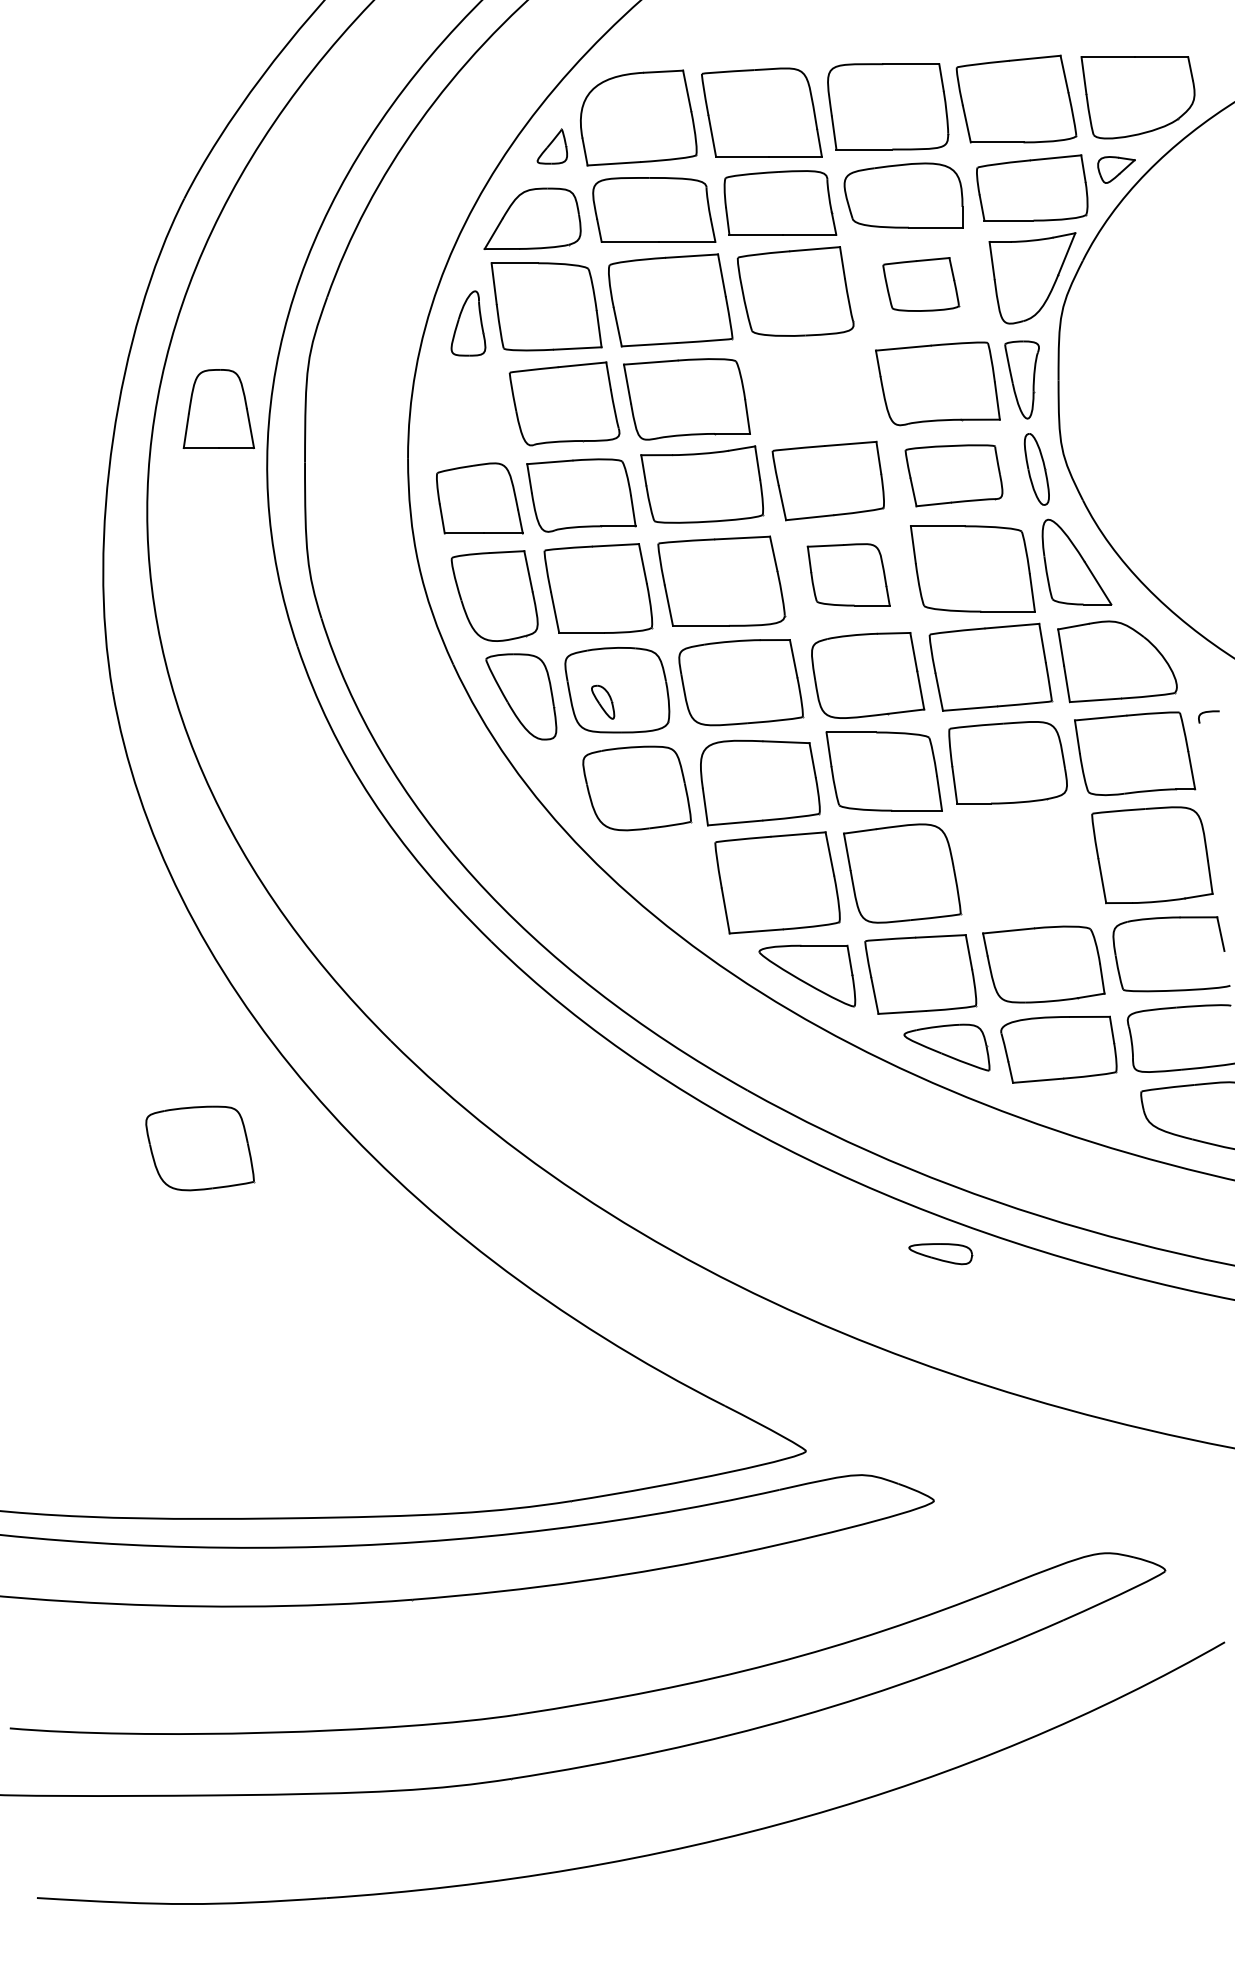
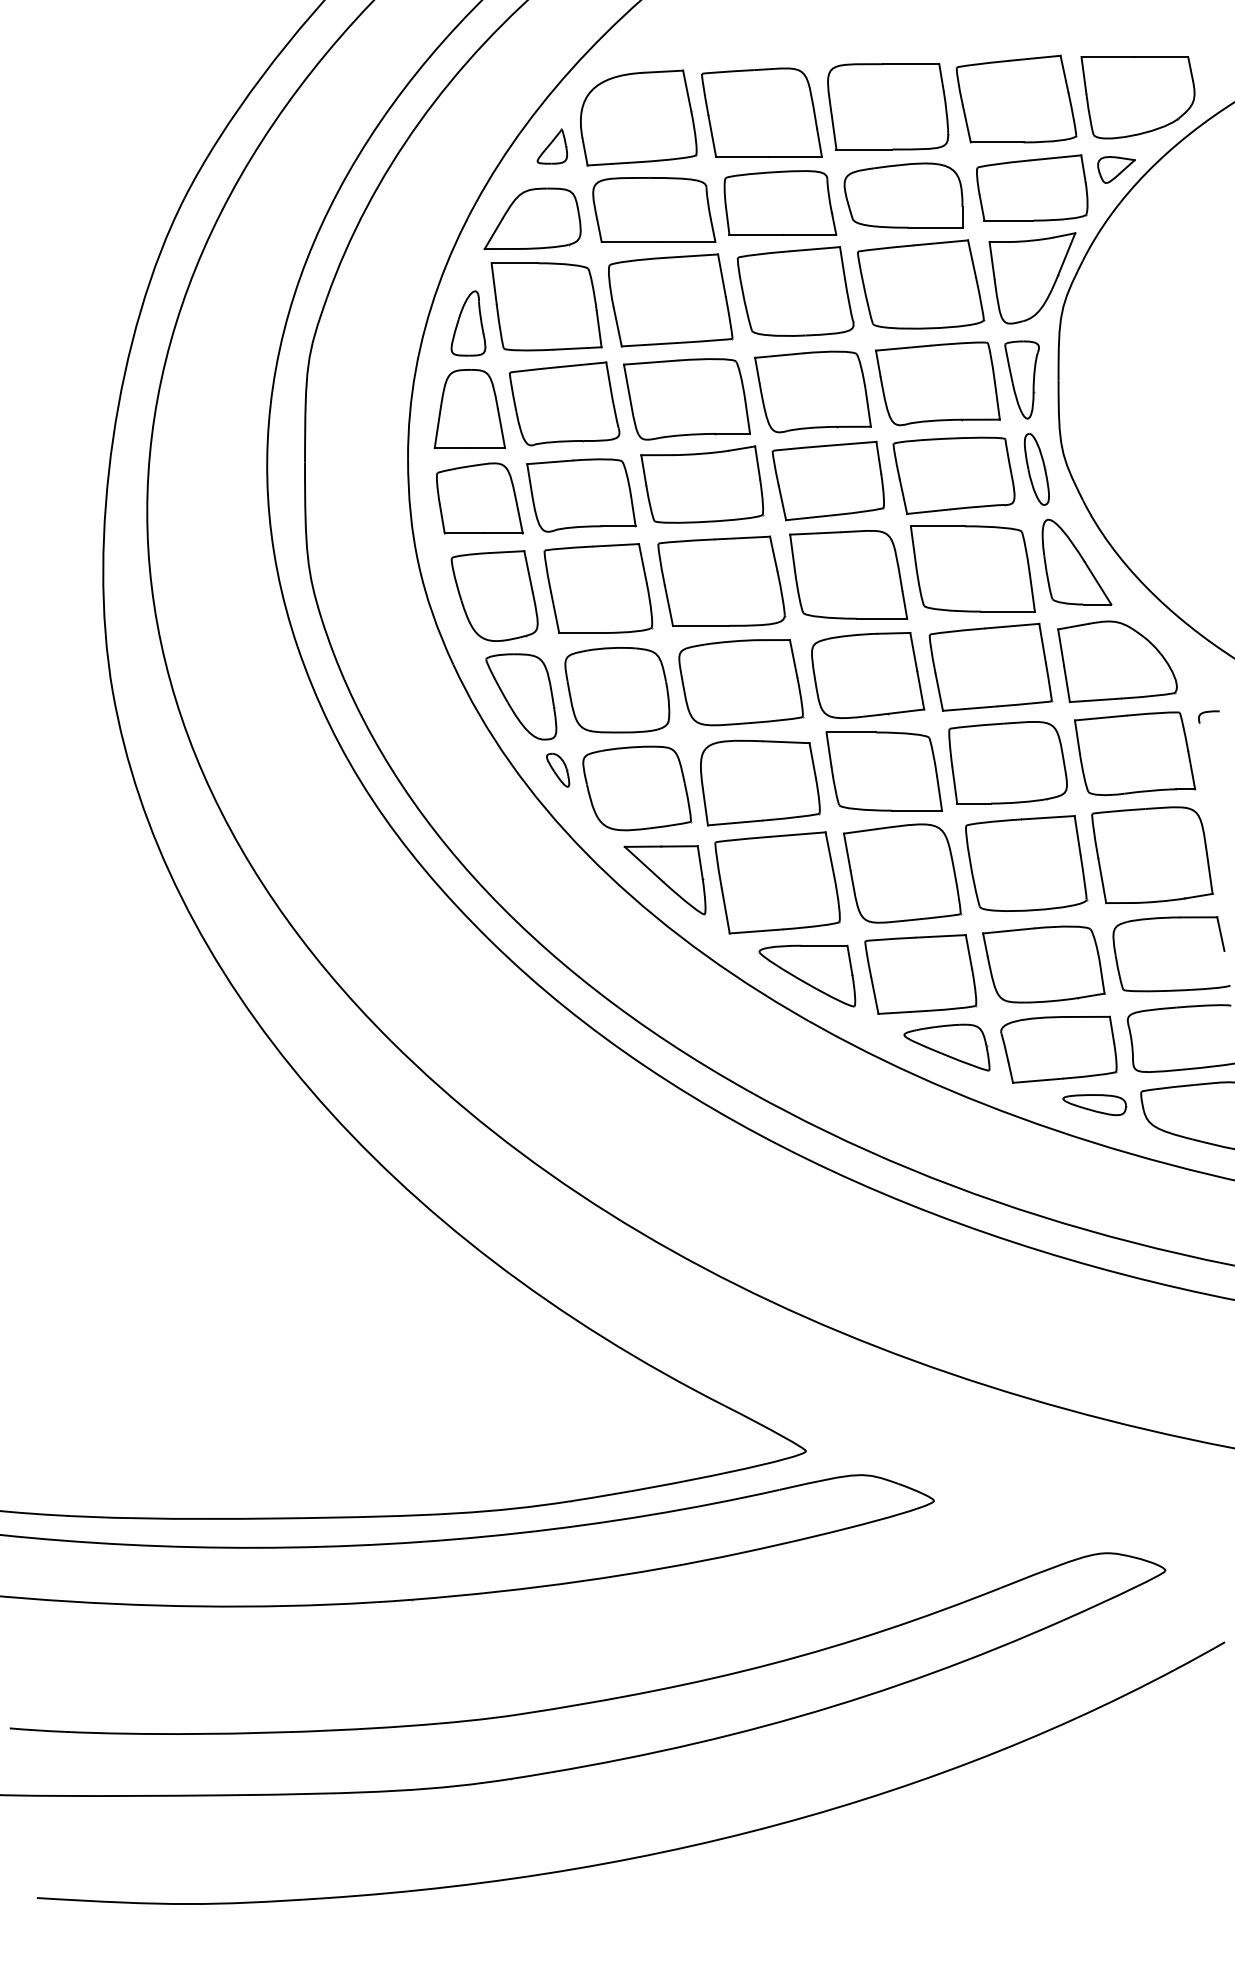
part at (921, 284) size: 79x55 px -> 129x91 px
part at (812, 391): none -> present
part at (218, 408) position: (218, 408) -> (469, 408)
part at (953, 475) size: 100x64 px -> 124x79 px
part at (848, 574) size: 85x64 px -> 120x90 px
part at (603, 701) position: (603, 701) -> (558, 769)
part at (1026, 863): none -> present
part at (664, 880): none -> present
part at (200, 1148): present -> none
part at (940, 1254) position: (940, 1254) -> (1094, 1105)
